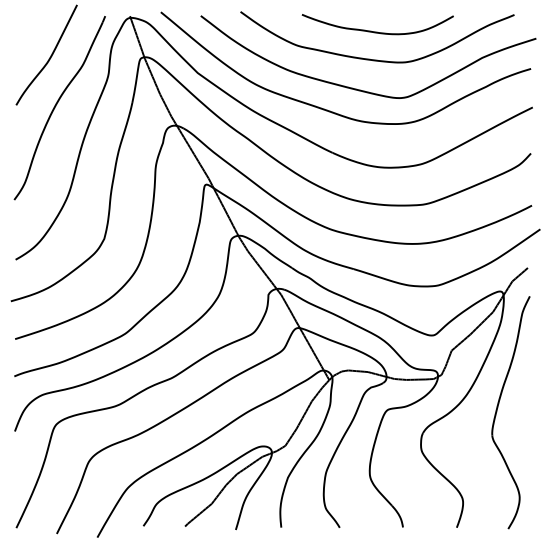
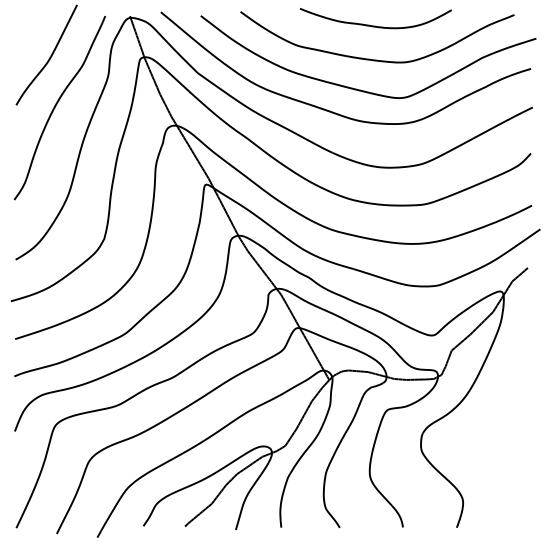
curve at (377, 31) position: (377, 31) -> (375, 25)
part at (498, 407): present -> none
